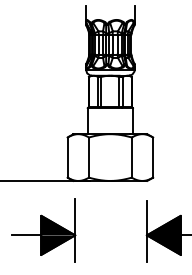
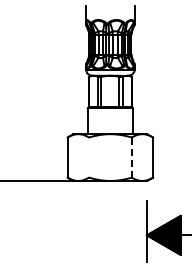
line at (88, 157): present -> none
line at (131, 157): solid -> dashed
part at (43, 230): present -> none
